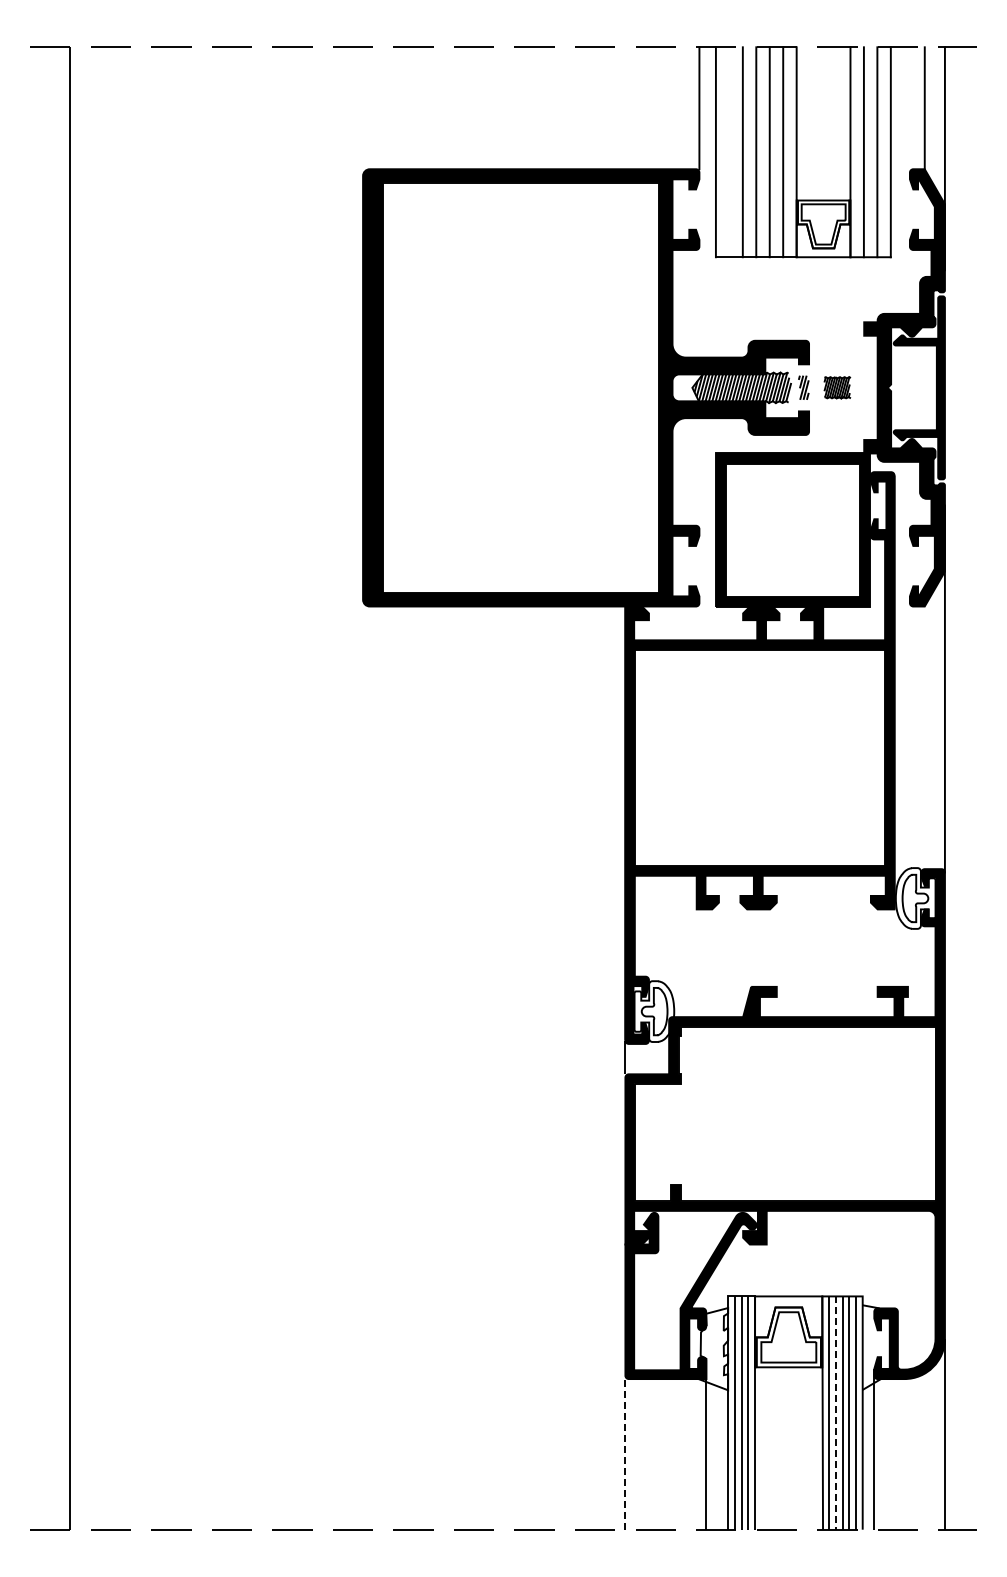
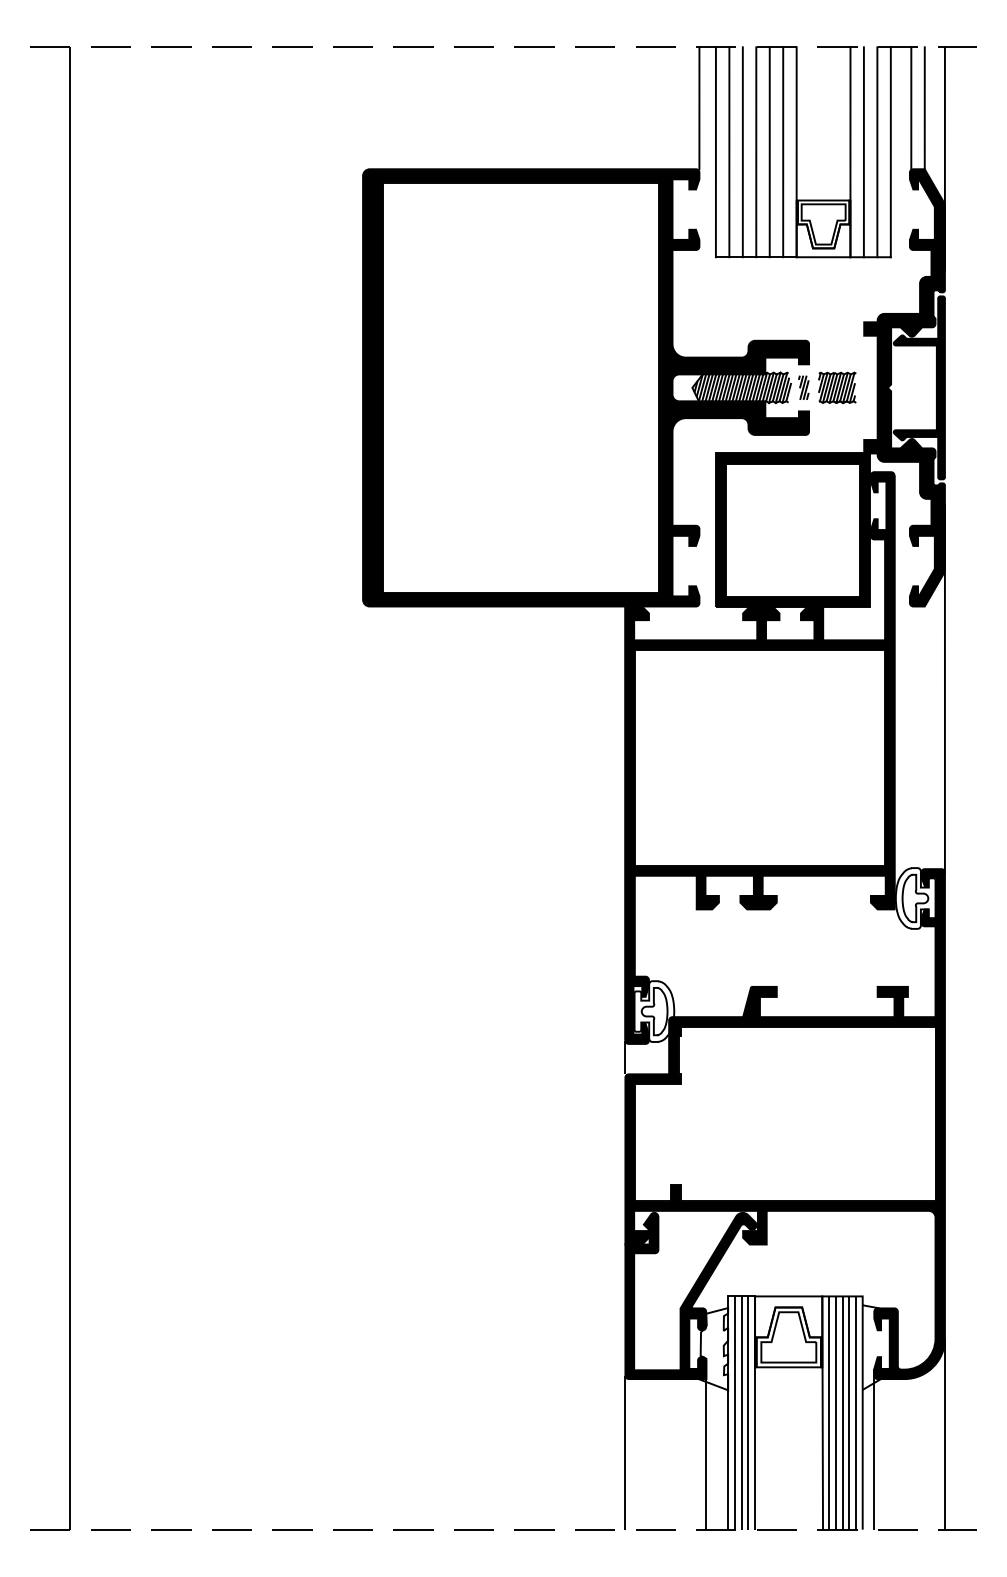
line at (911, 108): none -> present
line at (729, 152): none -> present
part at (837, 387) size: 29x24 px -> 39x33 px
line at (835, 1413): dashed -> solid
line at (625, 1452): dashed -> solid
